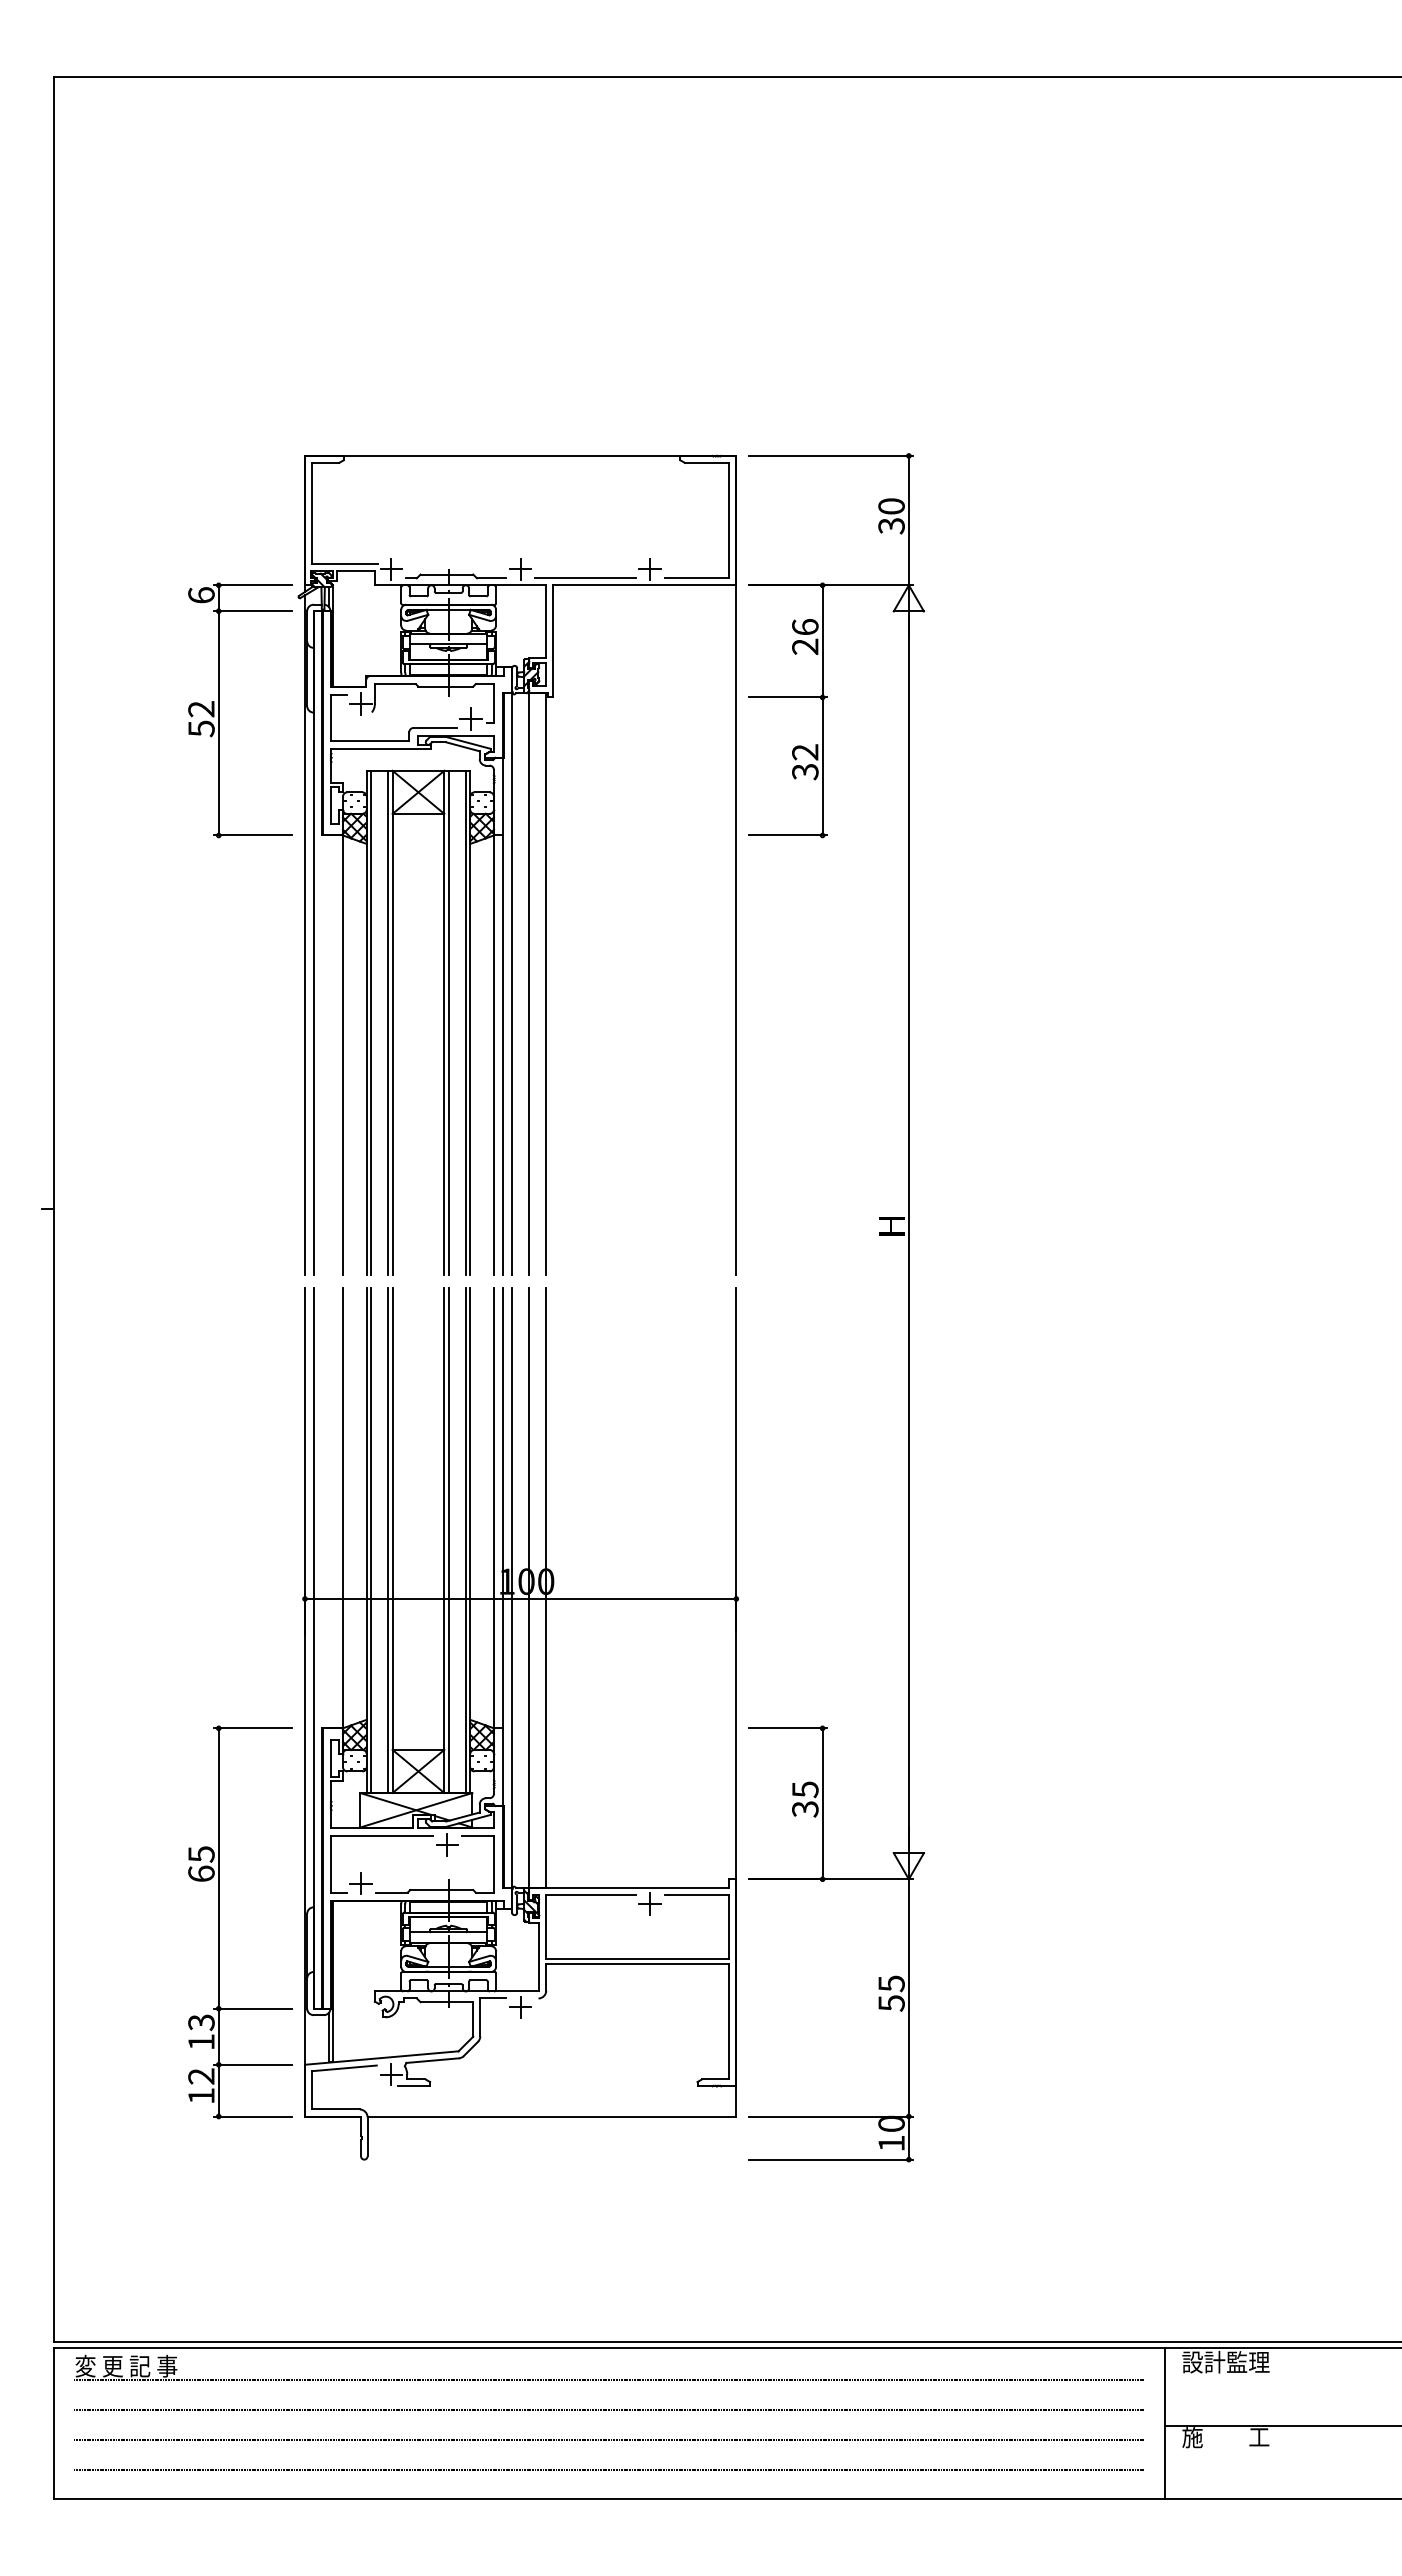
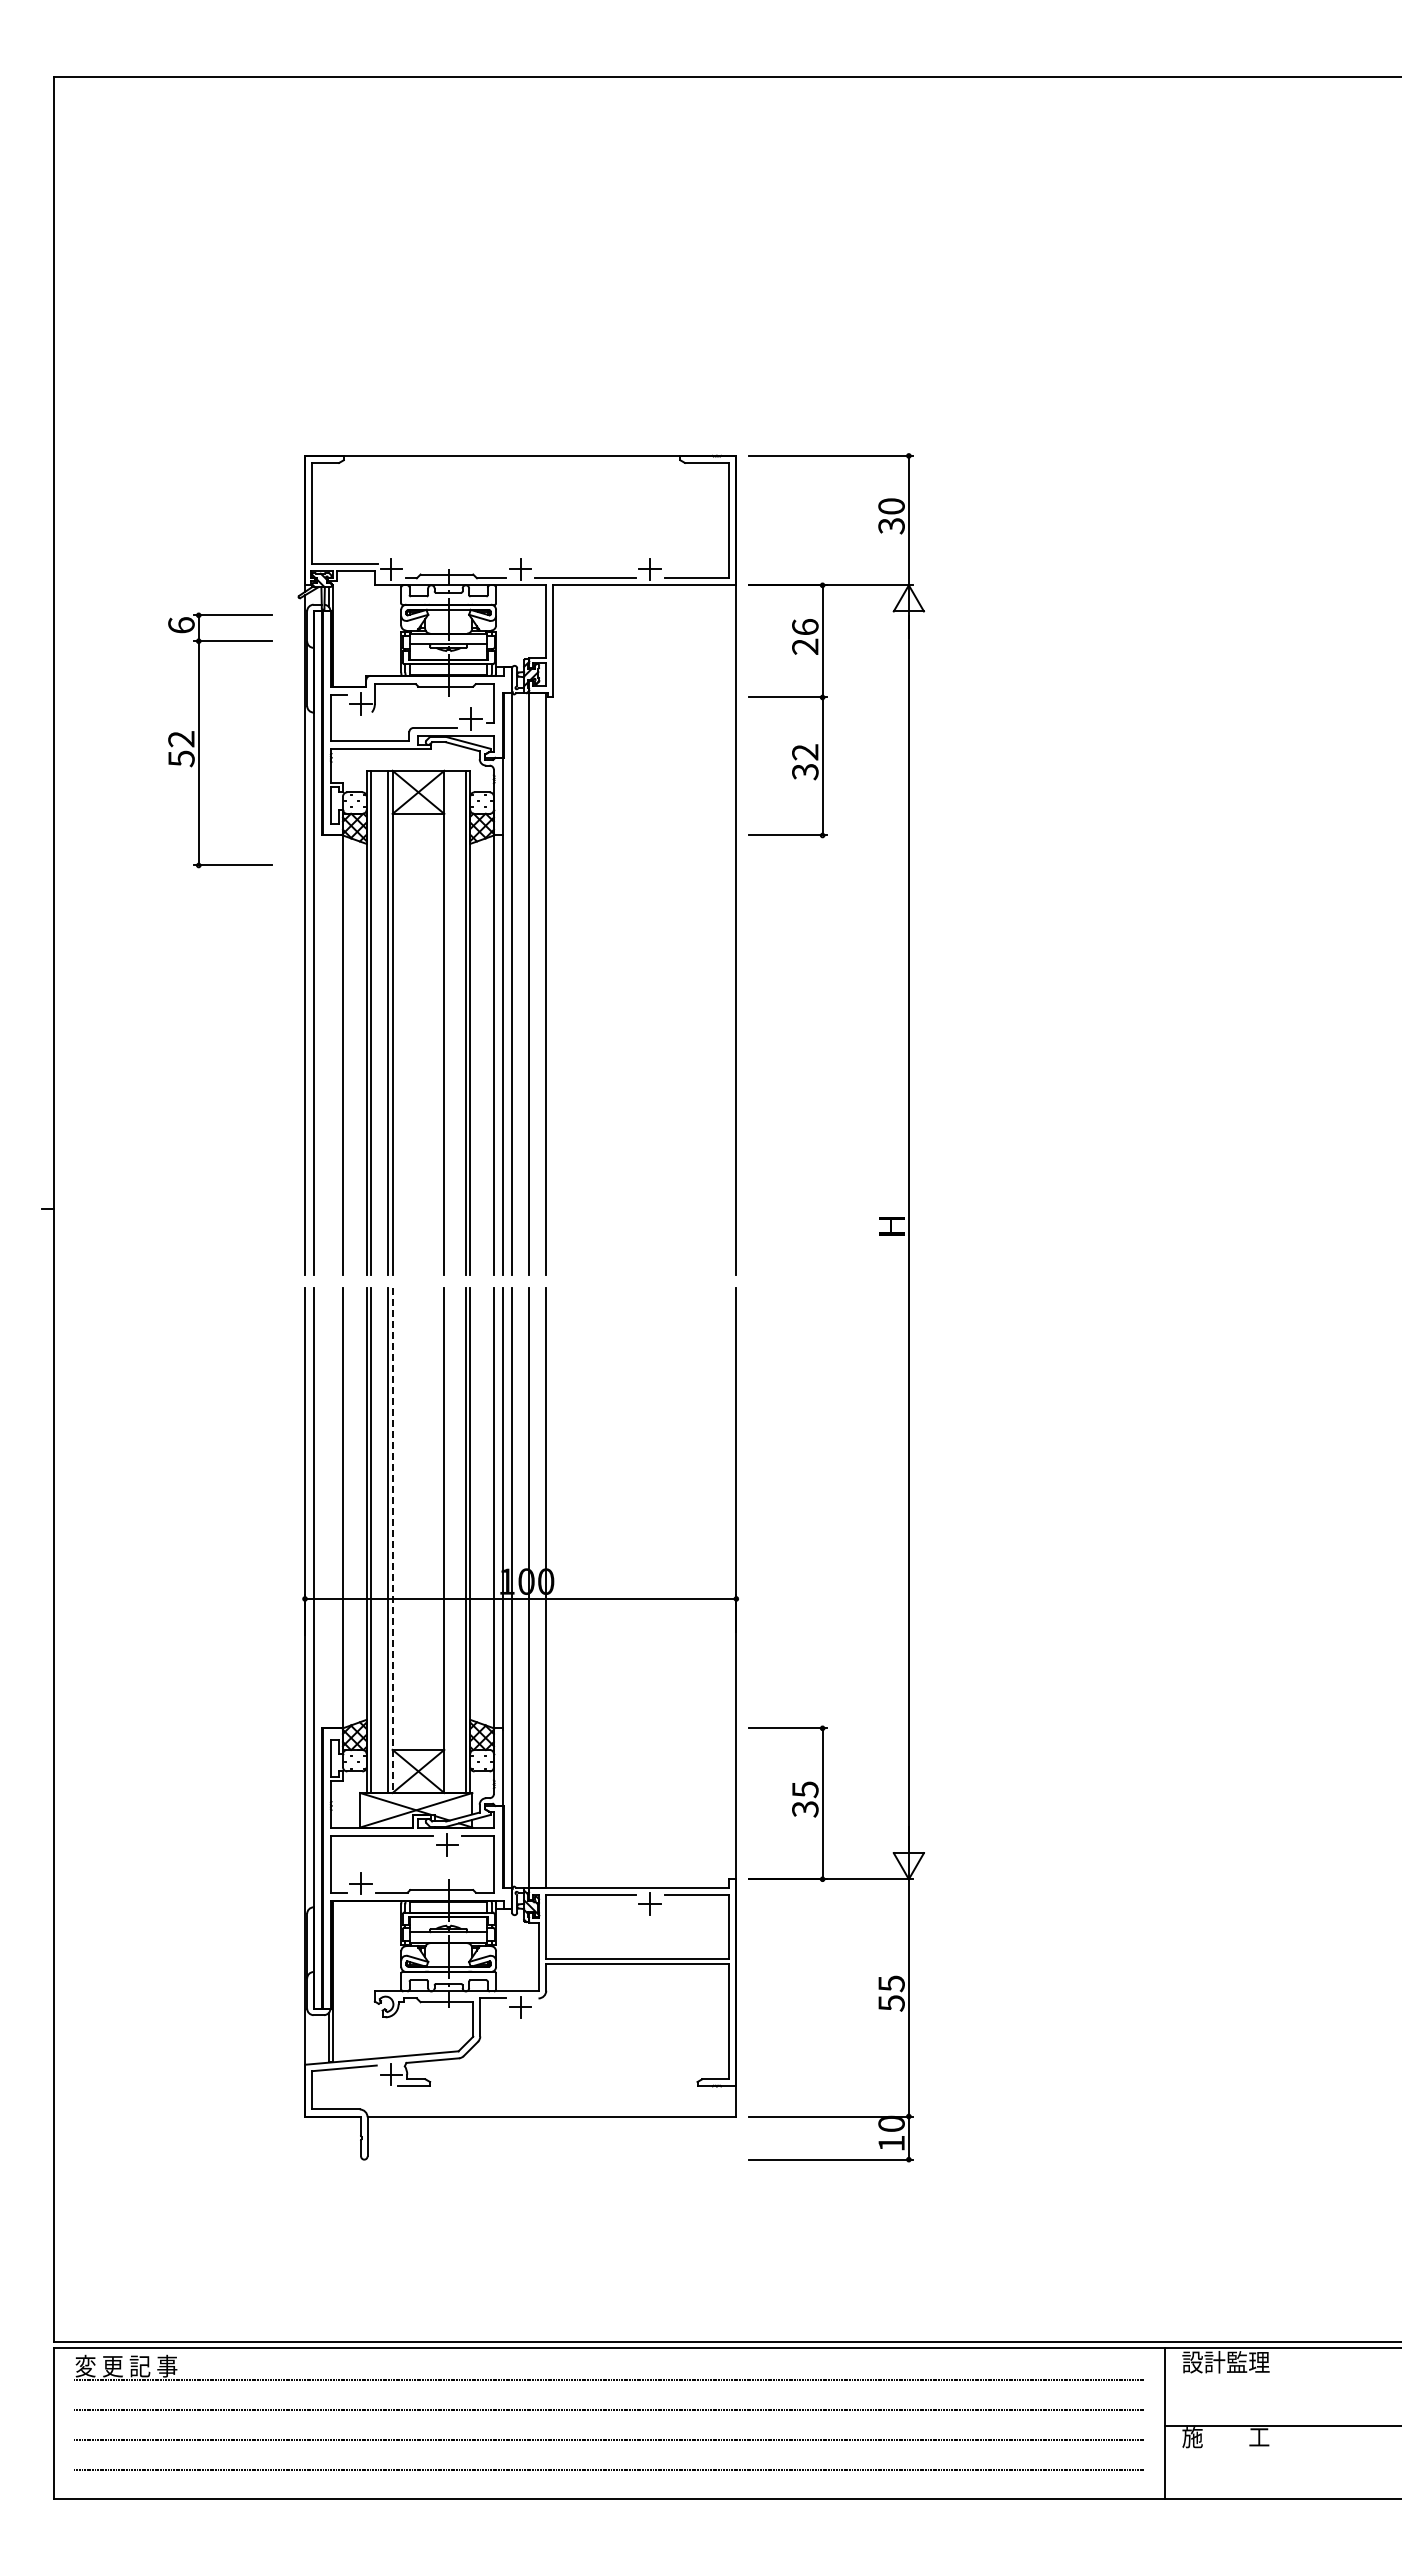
part at (219, 710) position: (219, 710) -> (199, 740)
line at (448, 1022): present -> none
line at (448, 1540): present -> none
line at (392, 1541): solid -> dashed
part at (219, 1922): present -> none
